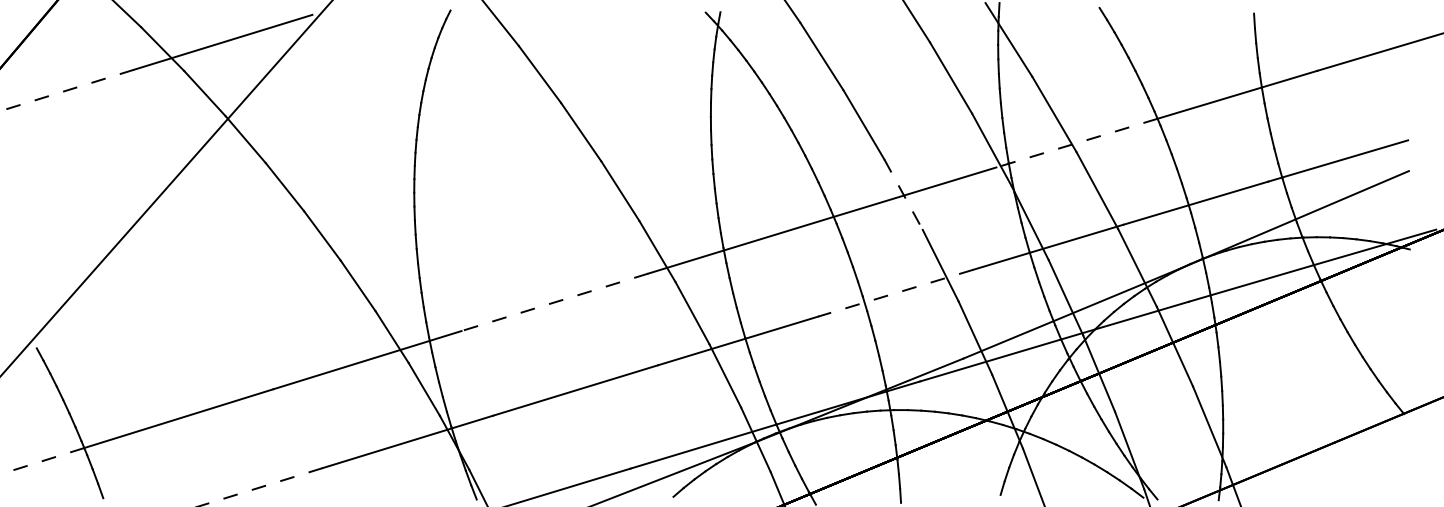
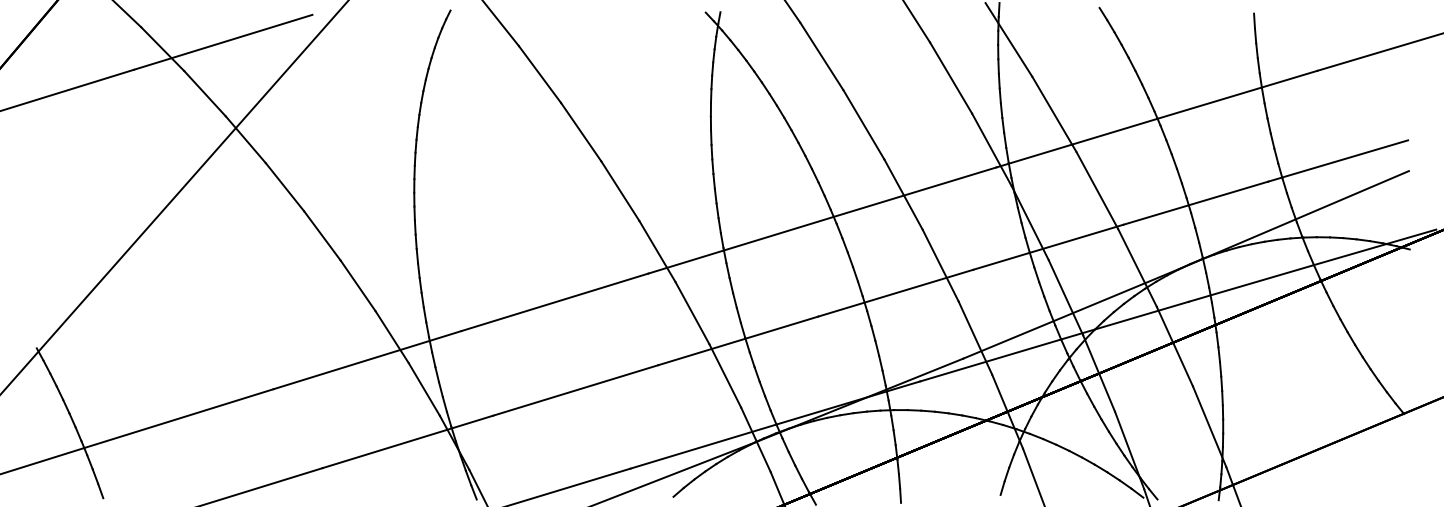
line at (67, 90): dashed -> solid
line at (1076, 143): dashed -> solid
line at (166, 188) position: (166, 188) -> (174, 197)
line at (903, 195): dashed -> solid
line at (895, 293): dashed -> solid
line at (554, 302): dashed -> solid
line at (42, 461): dashed -> solid
line at (259, 487): dashed -> solid
